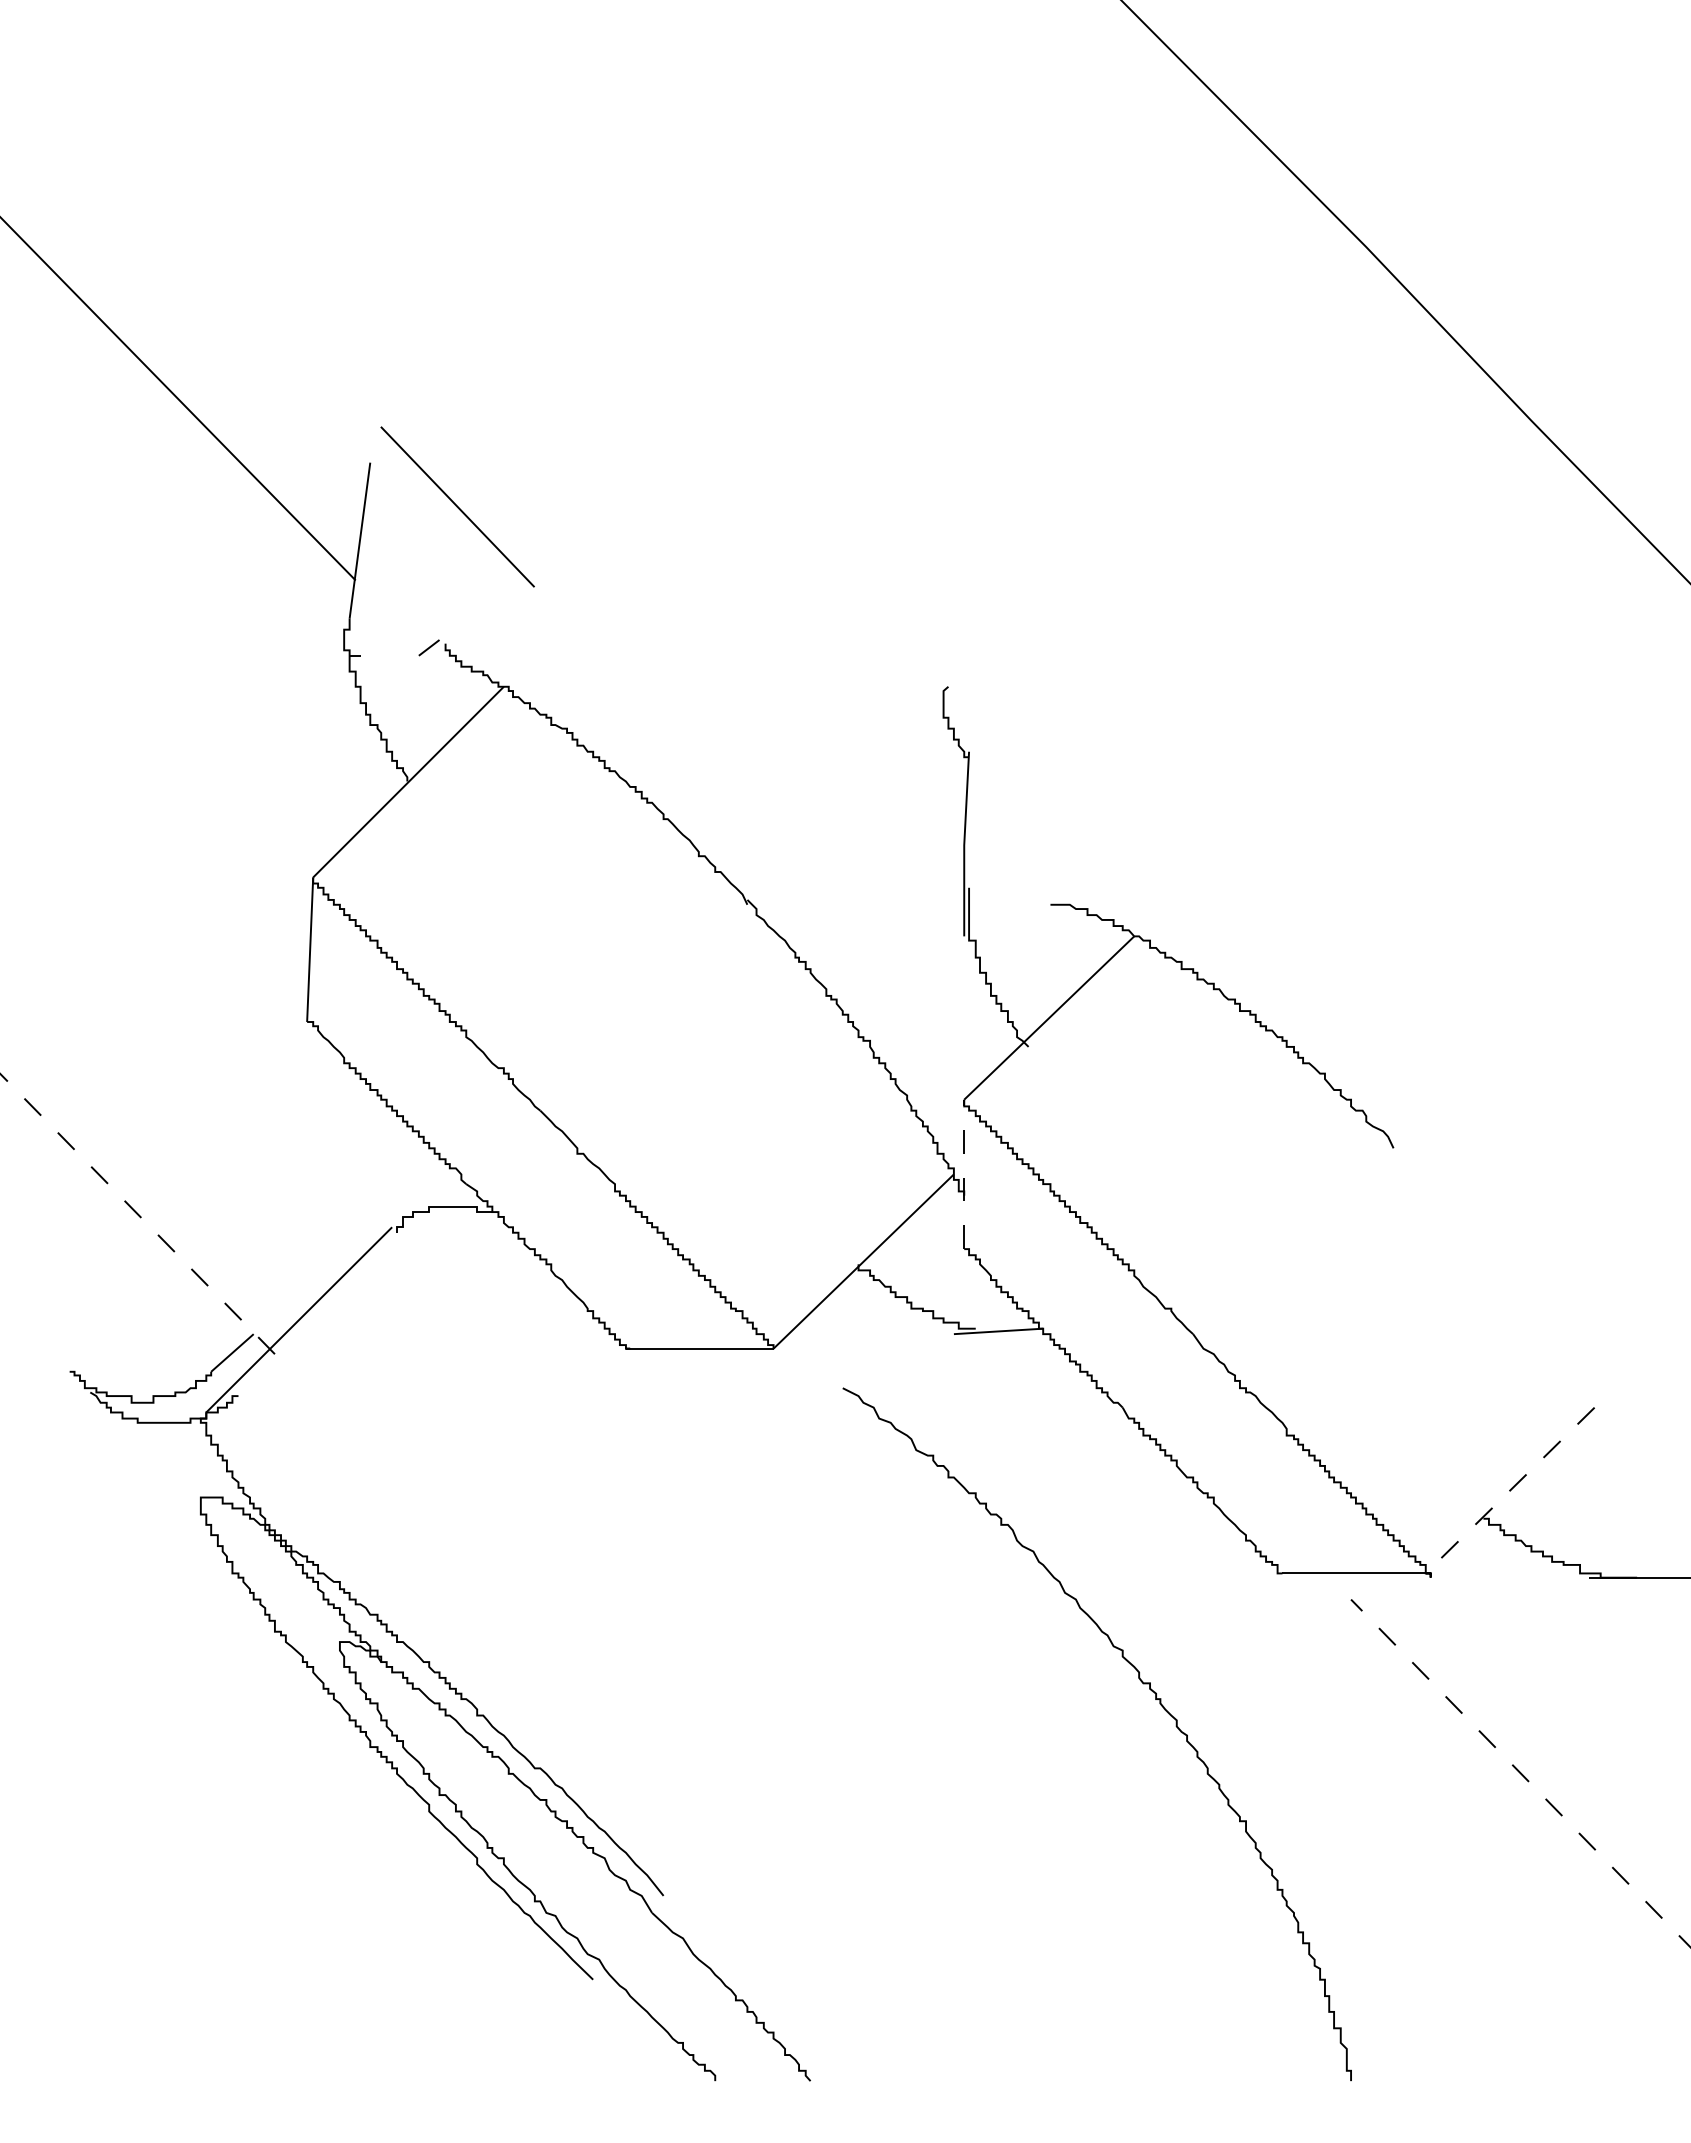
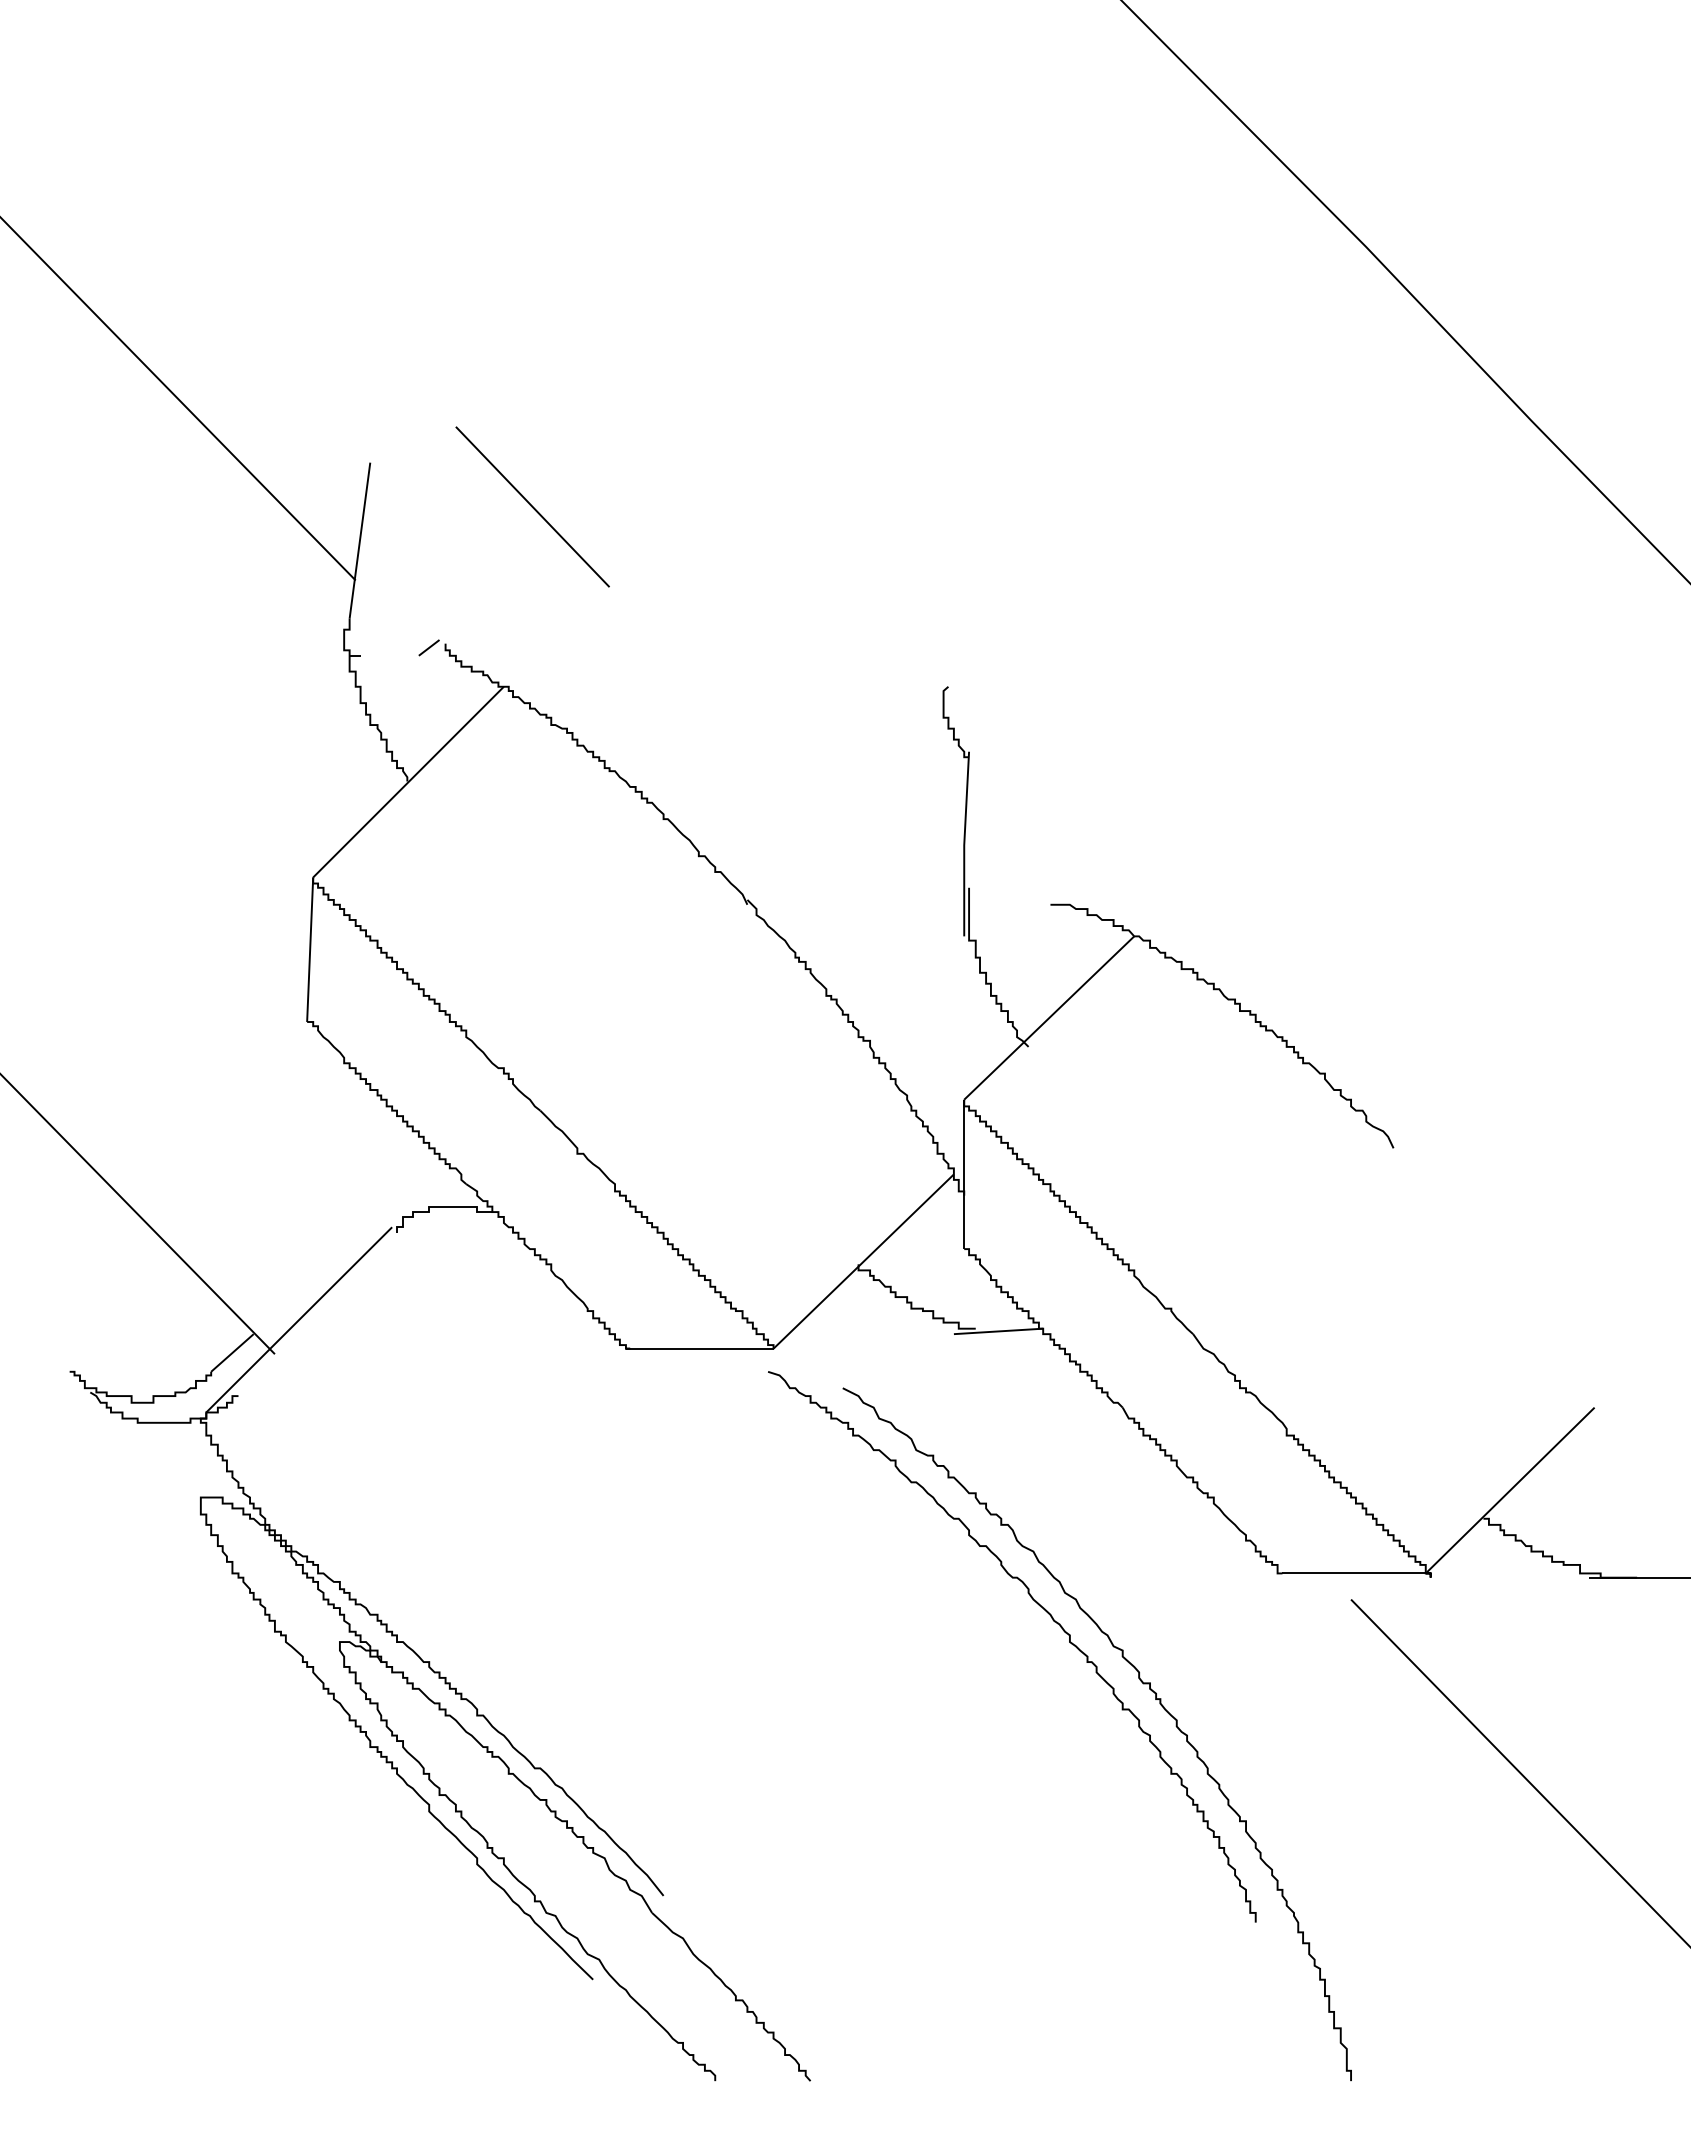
line at (457, 506) position: (457, 506) -> (532, 506)
line at (964, 1174): dashed -> solid
line at (137, 1214): dashed -> solid
line at (1509, 1490): dashed -> solid
curve at (1052, 1620): none -> present
line at (1520, 1773): dashed -> solid
